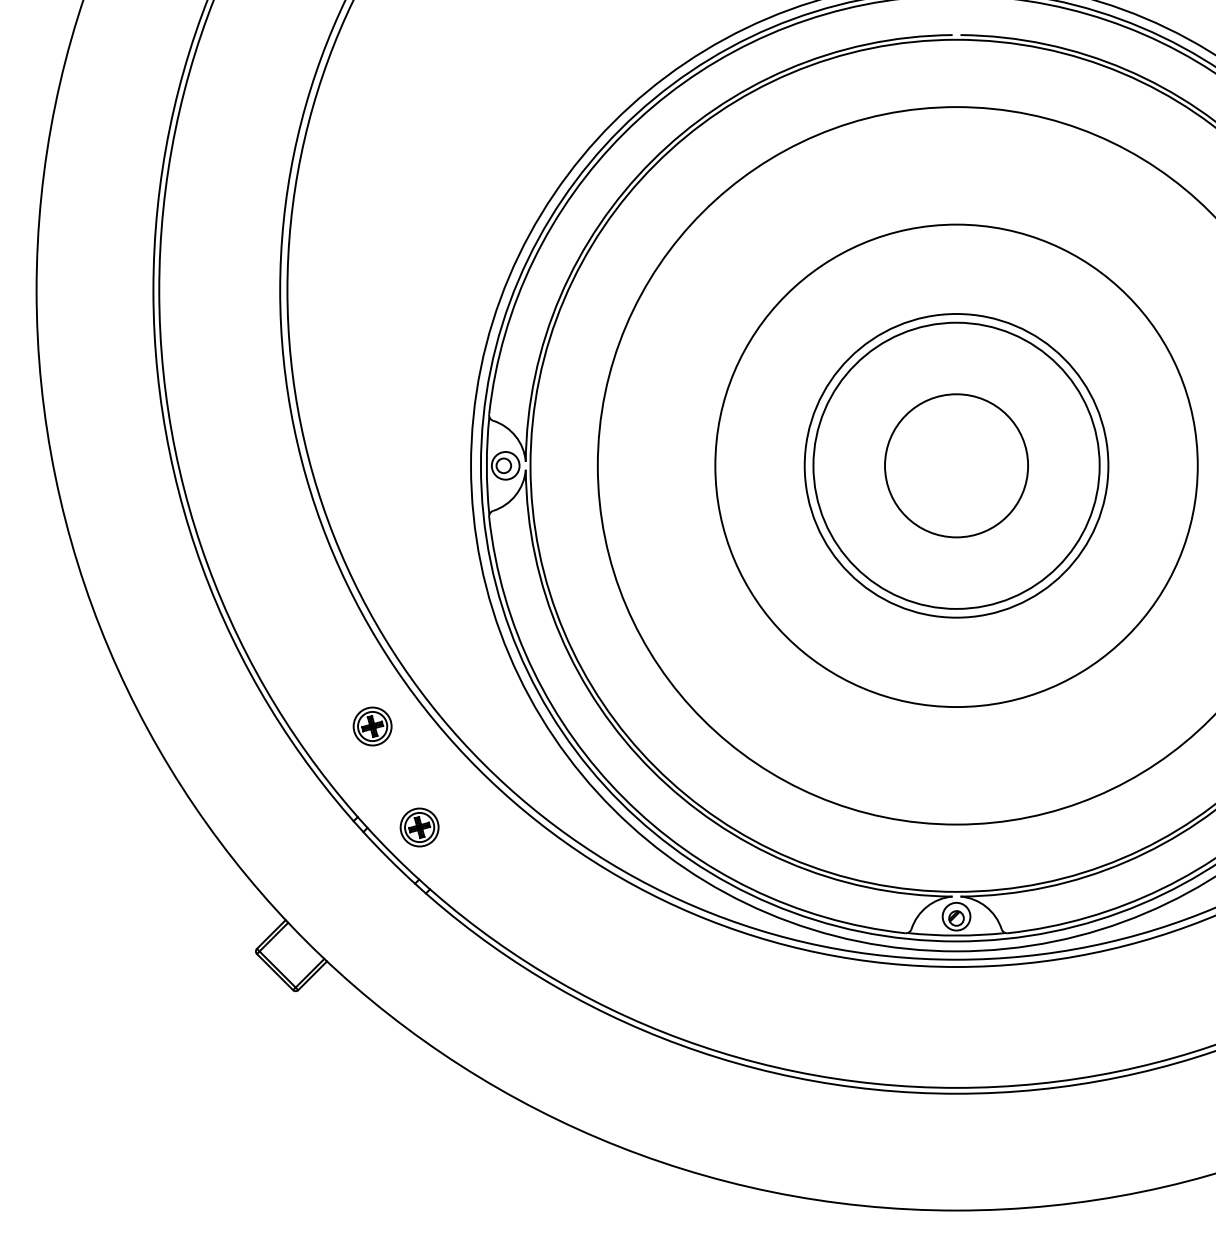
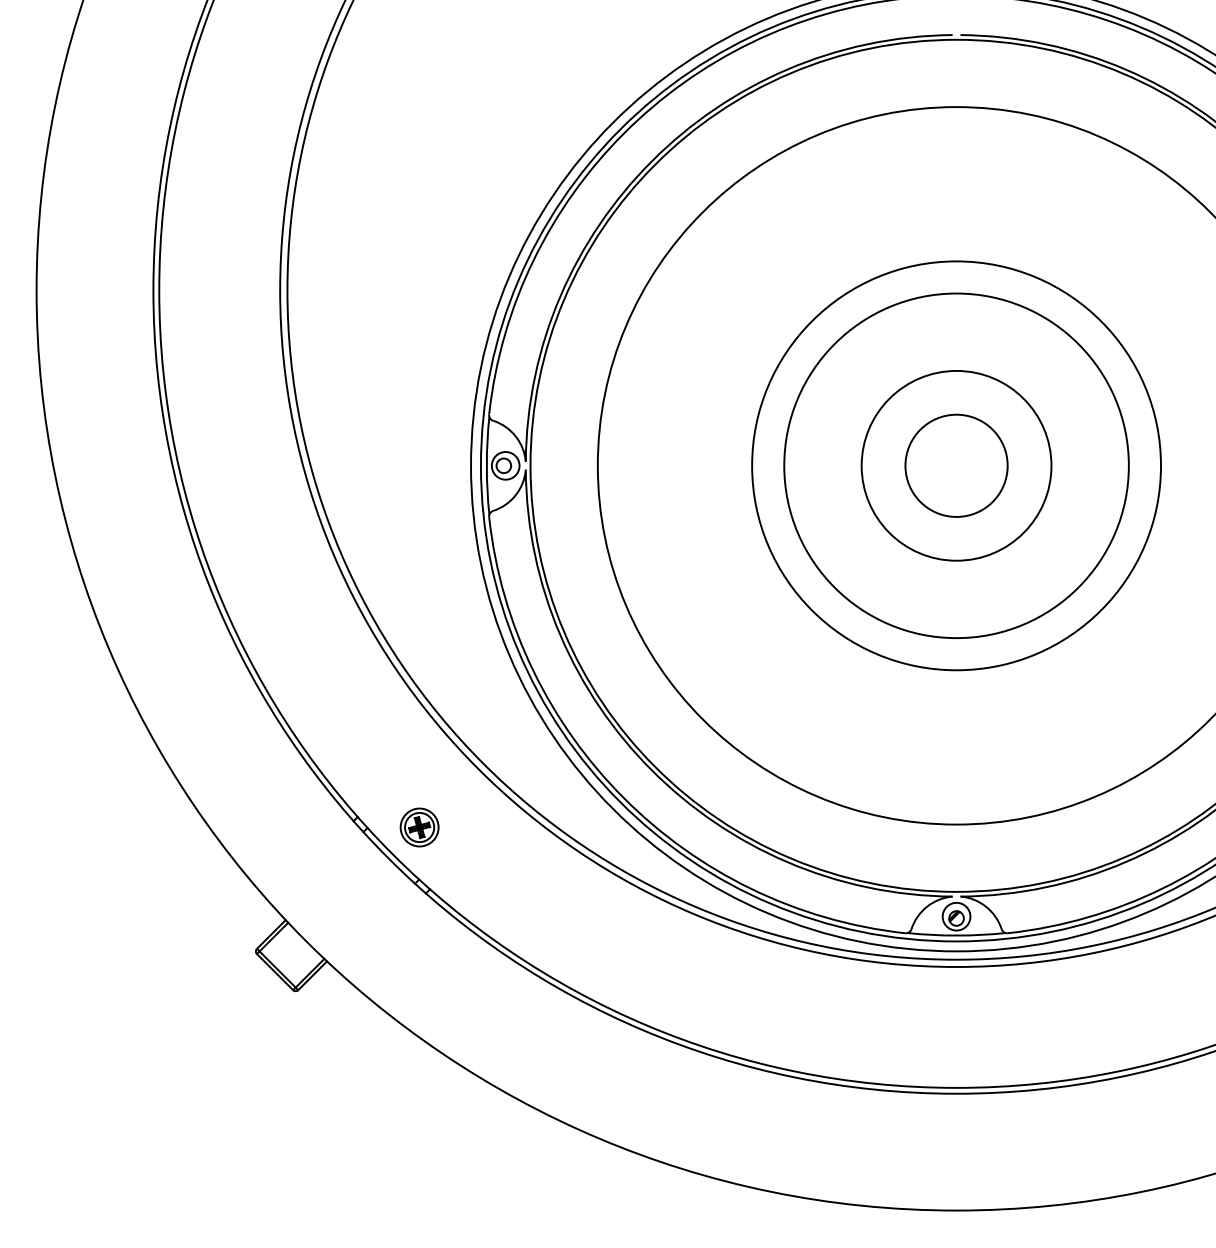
circle at (956, 465) diameter: 143 px -> 102 px
circle at (956, 465) diameter: 286 px -> 409 px
circle at (956, 465) diameter: 304 px -> 190 px
circle at (956, 465) diameter: 482 px -> 345 px
part at (372, 726): present -> none
